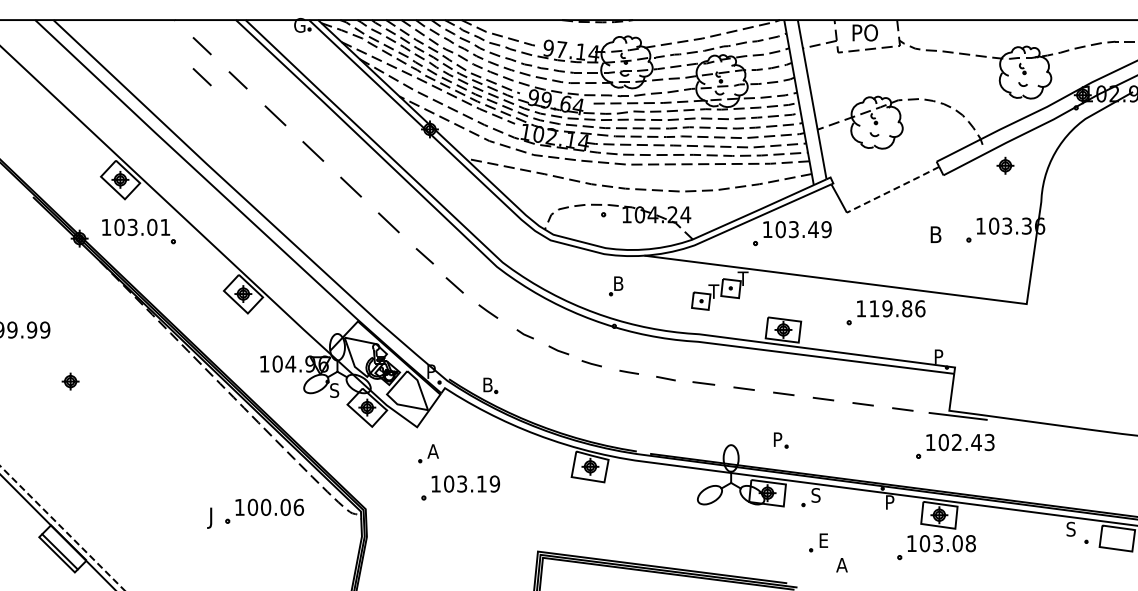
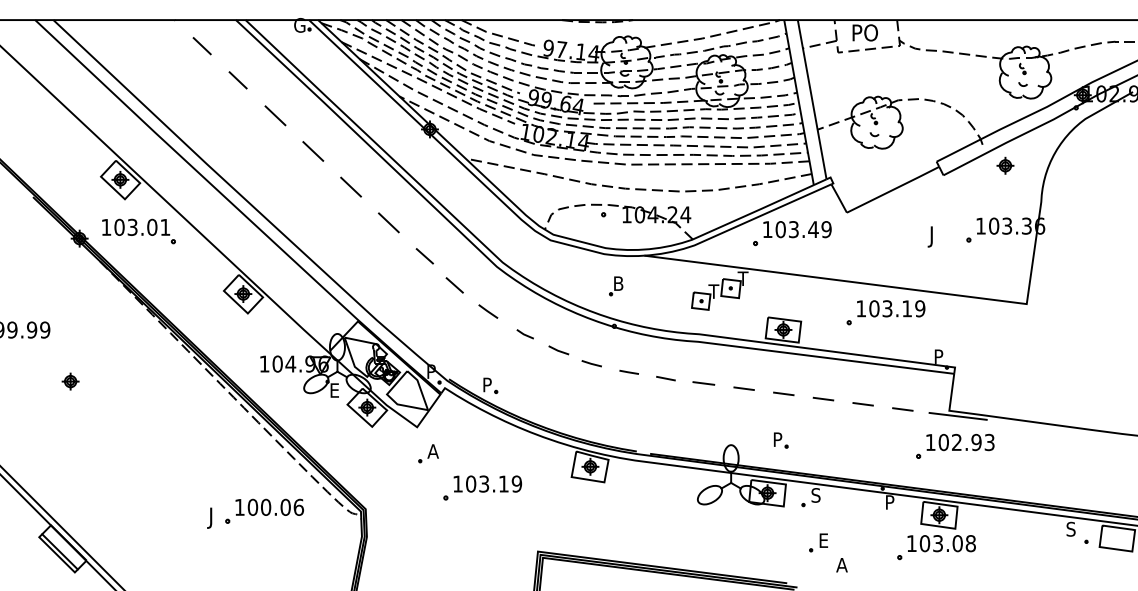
line at (201, 77): present -> none
line at (893, 189): dashed -> solid
text at (934, 236): B -> J
text at (897, 308): 119.86 -> 103.19
text at (488, 385): B -> P
text at (334, 390): S -> E
text at (976, 442): 102.43 -> 102.93
part at (460, 487) position: (460, 487) -> (482, 487)
line at (62, 528): dashed -> solid
